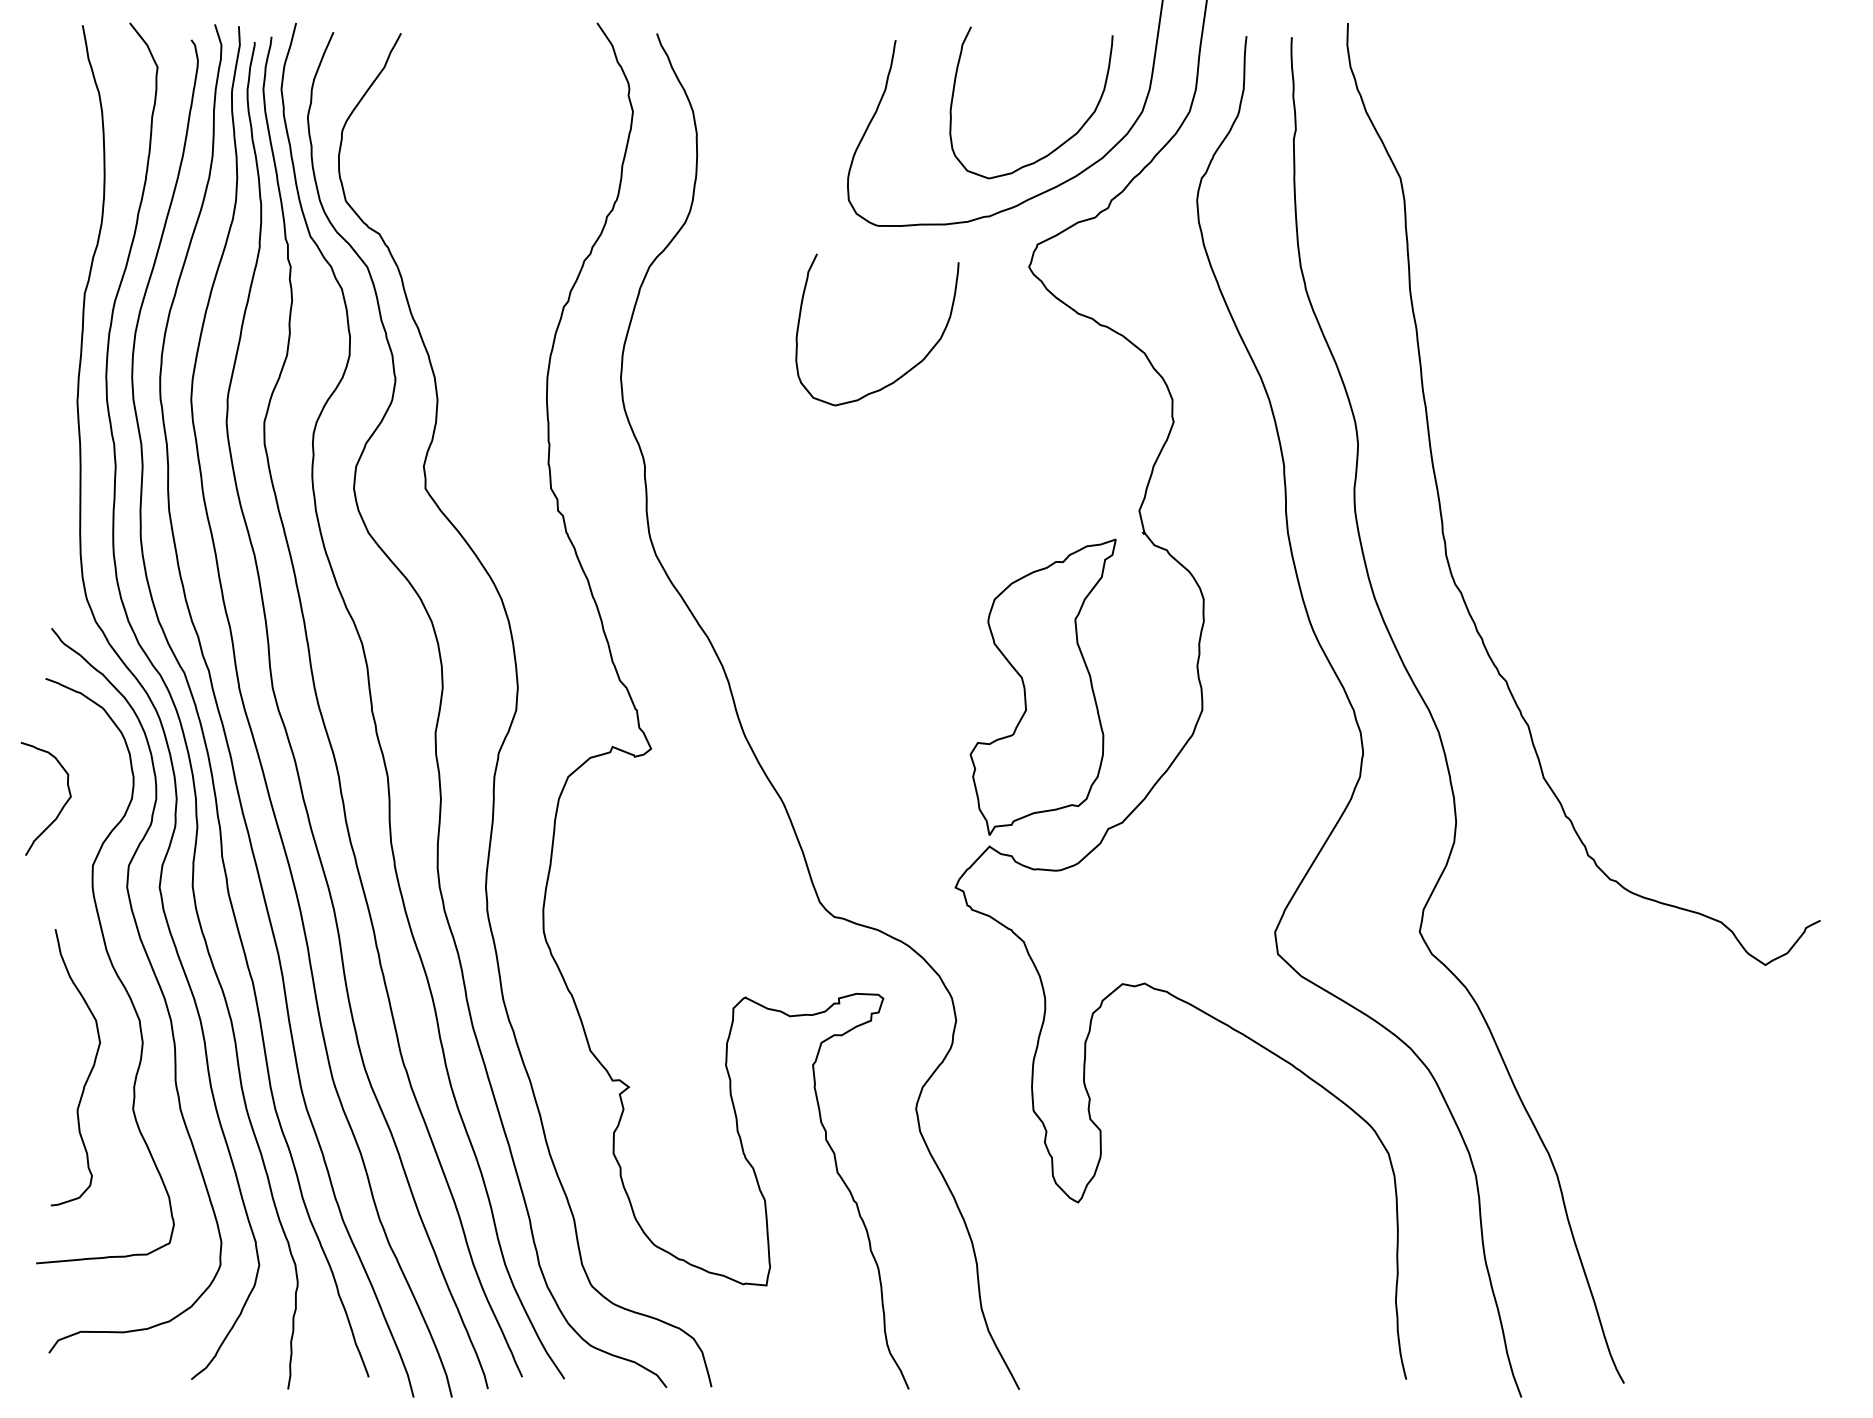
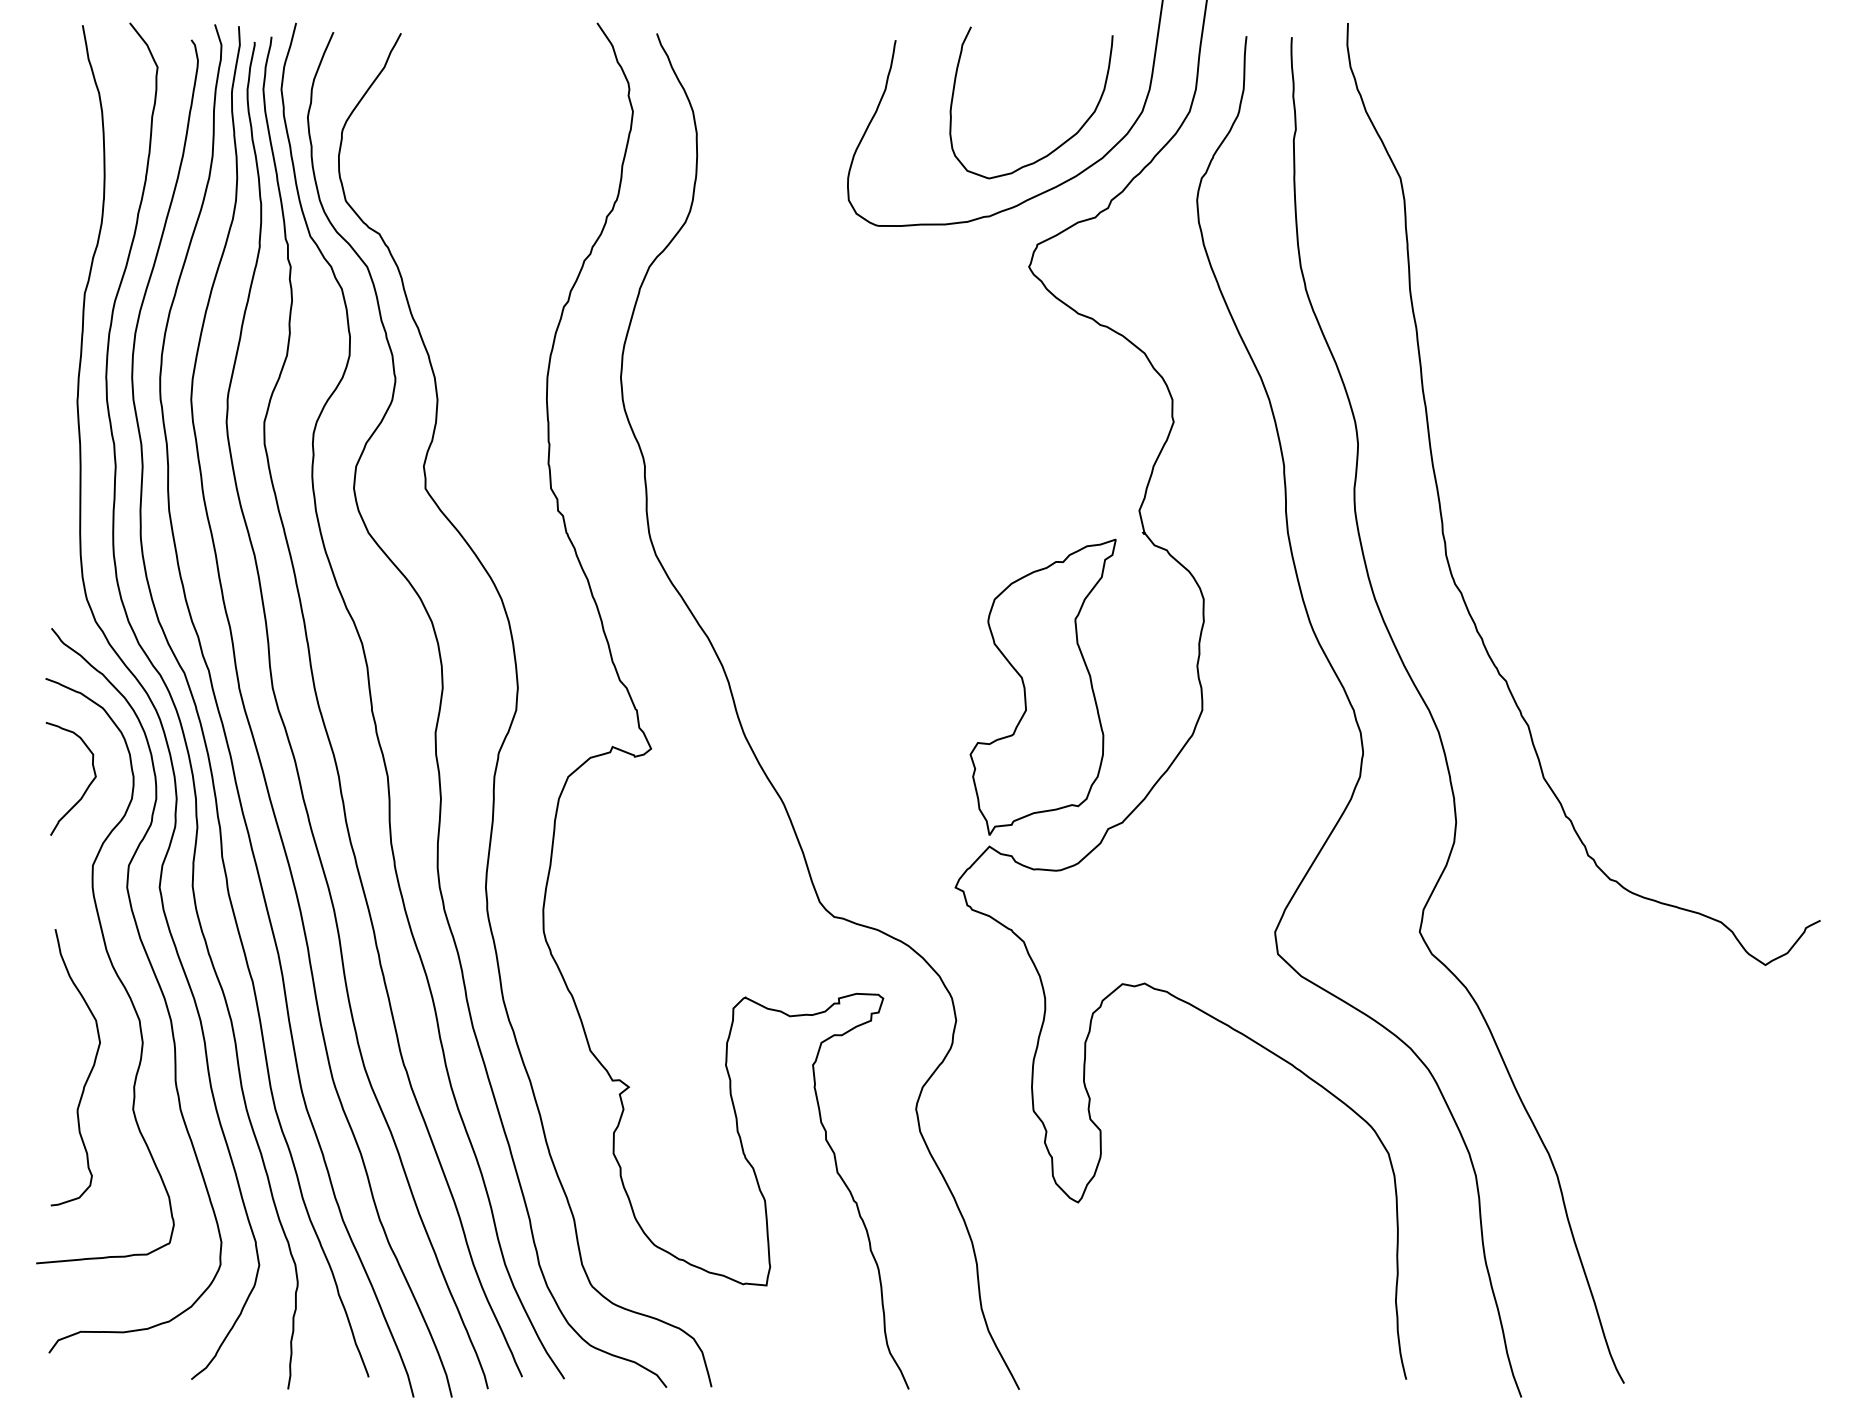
curve at (911, 367): present -> none
curve at (60, 809) position: (60, 809) -> (85, 789)
